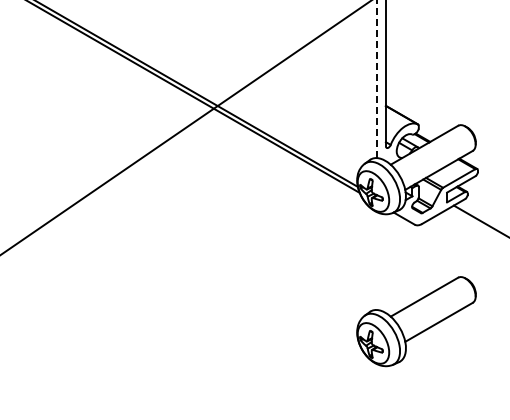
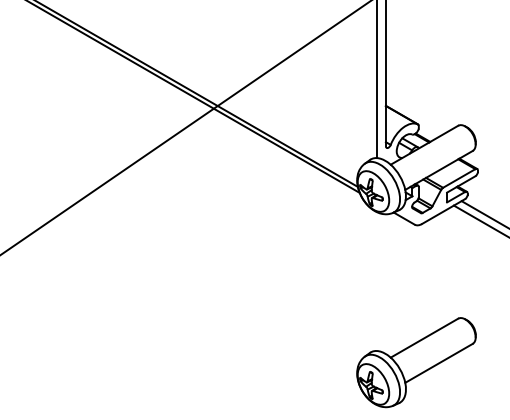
line at (376, 79): dashed -> solid
line at (483, 214): none -> present
part at (416, 321) position: (416, 321) -> (416, 362)
